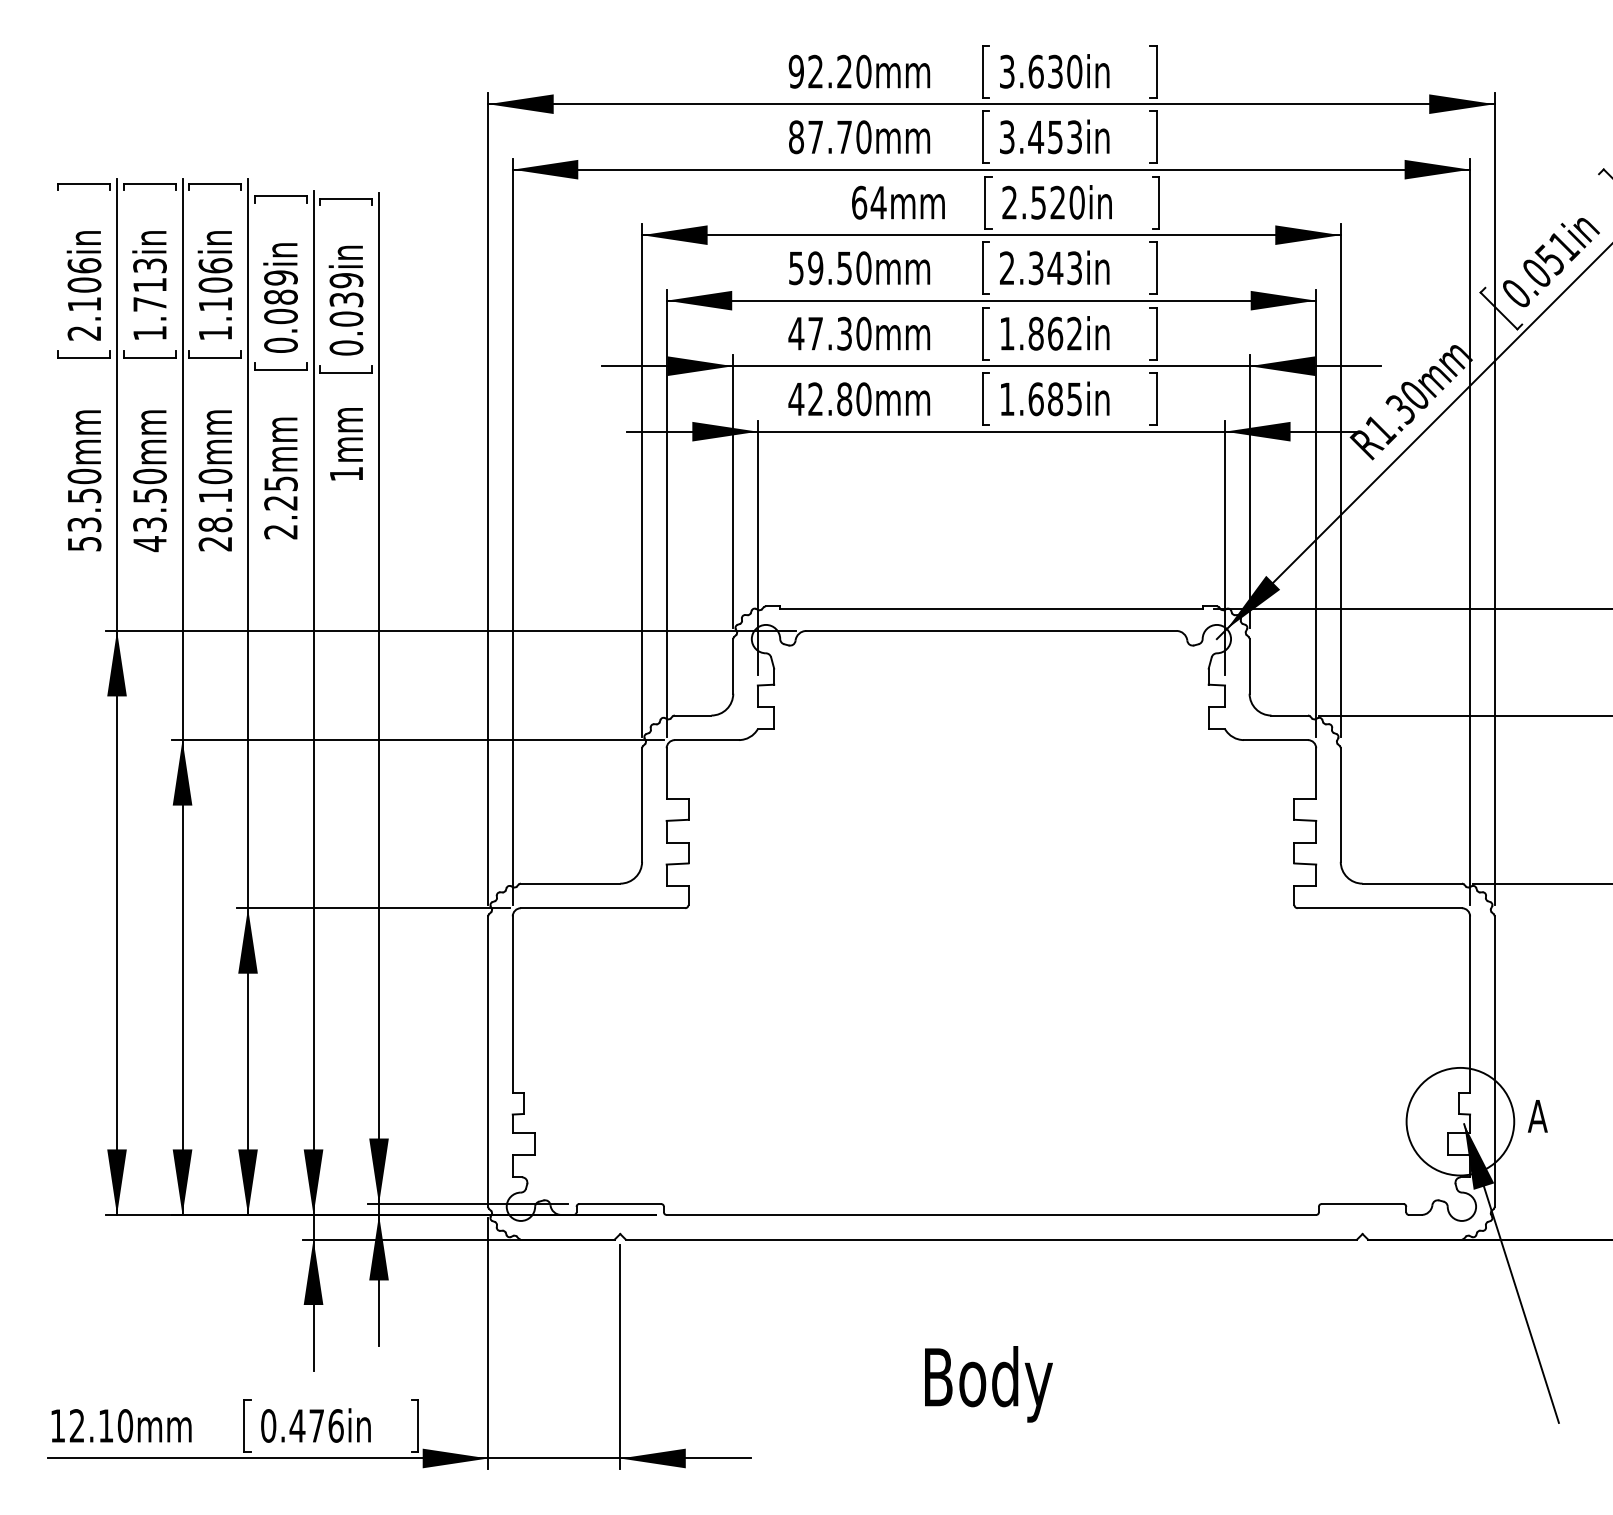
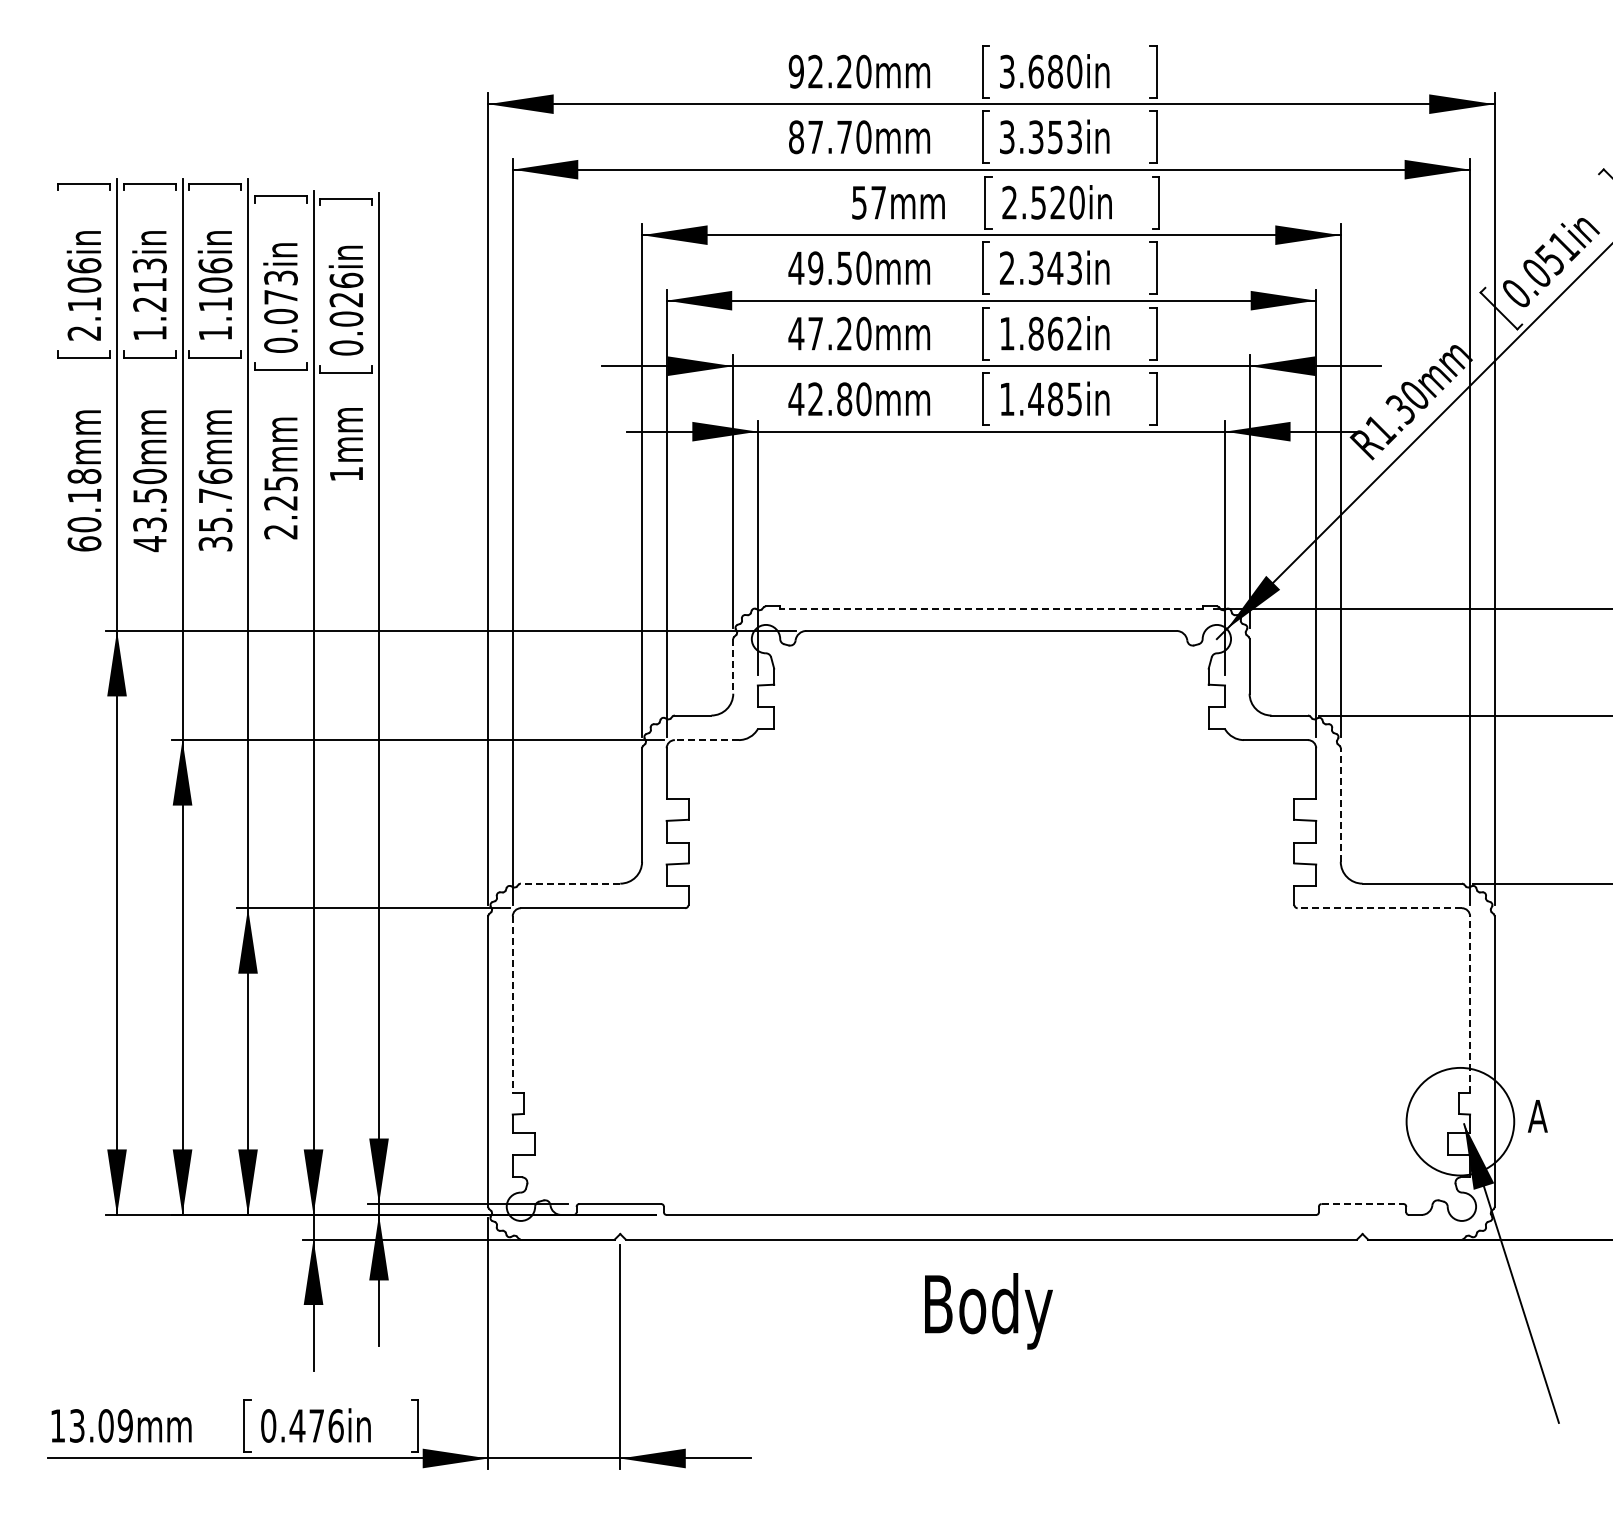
text at (1055, 71): 3.630in -> 3.680in
text at (1036, 137): 3.453in -> 3.353in
text at (869, 202): 64mm -> 57mm
text at (796, 268): 59.50mm -> 49.50mm
text at (280, 287): 0.089in -> 0.073in
text at (346, 289): 0.039in -> 0.026in
text at (149, 304): 1.713in -> 1.213in
text at (844, 333): 47.30mm -> 47.20mm
text at (1036, 399): 1.685in -> 1.485in
text at (84, 509): 53.50mm -> 60.18mm
text at (215, 509): 28.10mm -> 35.76mm
line at (991, 609): solid -> dashed
line at (733, 666): solid -> dashed
line at (706, 740): solid -> dashed
line at (1340, 805): solid -> dashed
line at (570, 883): solid -> dashed
line at (1379, 908): solid -> dashed
line at (1470, 1004): solid -> dashed
line at (512, 1005): solid -> dashed
line at (1362, 1204): solid -> dashed
text at (988, 1384) position: (988, 1384) -> (988, 1311)
text at (101, 1425): 12.10mm -> 13.09mm
